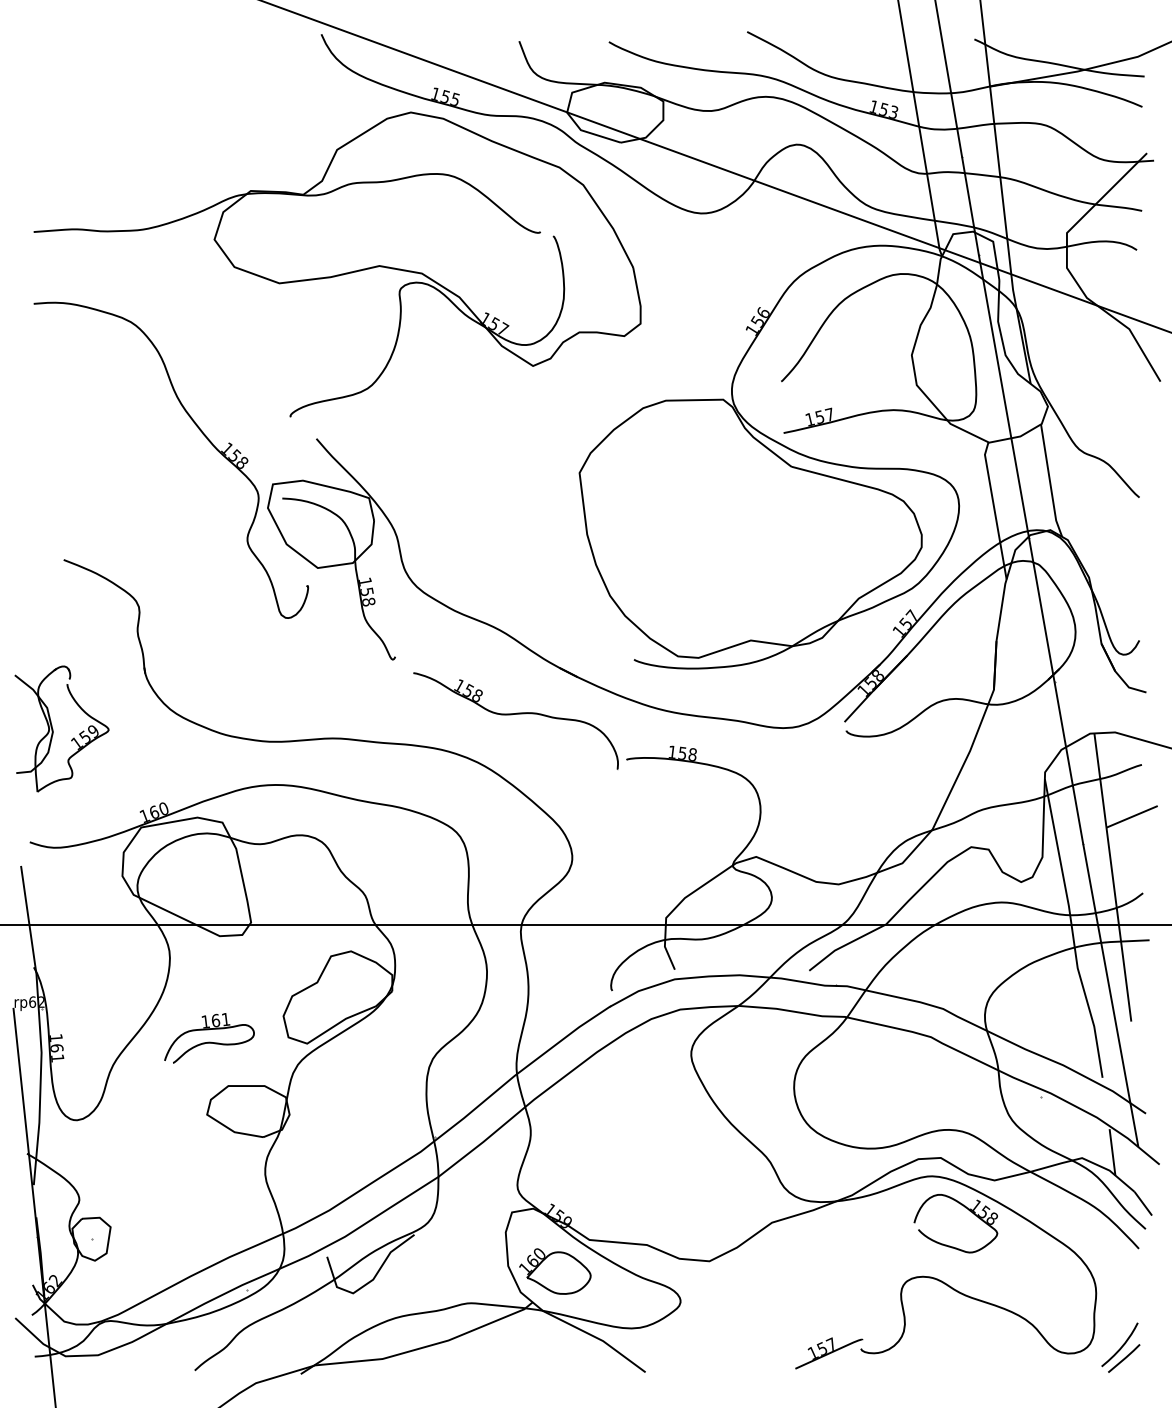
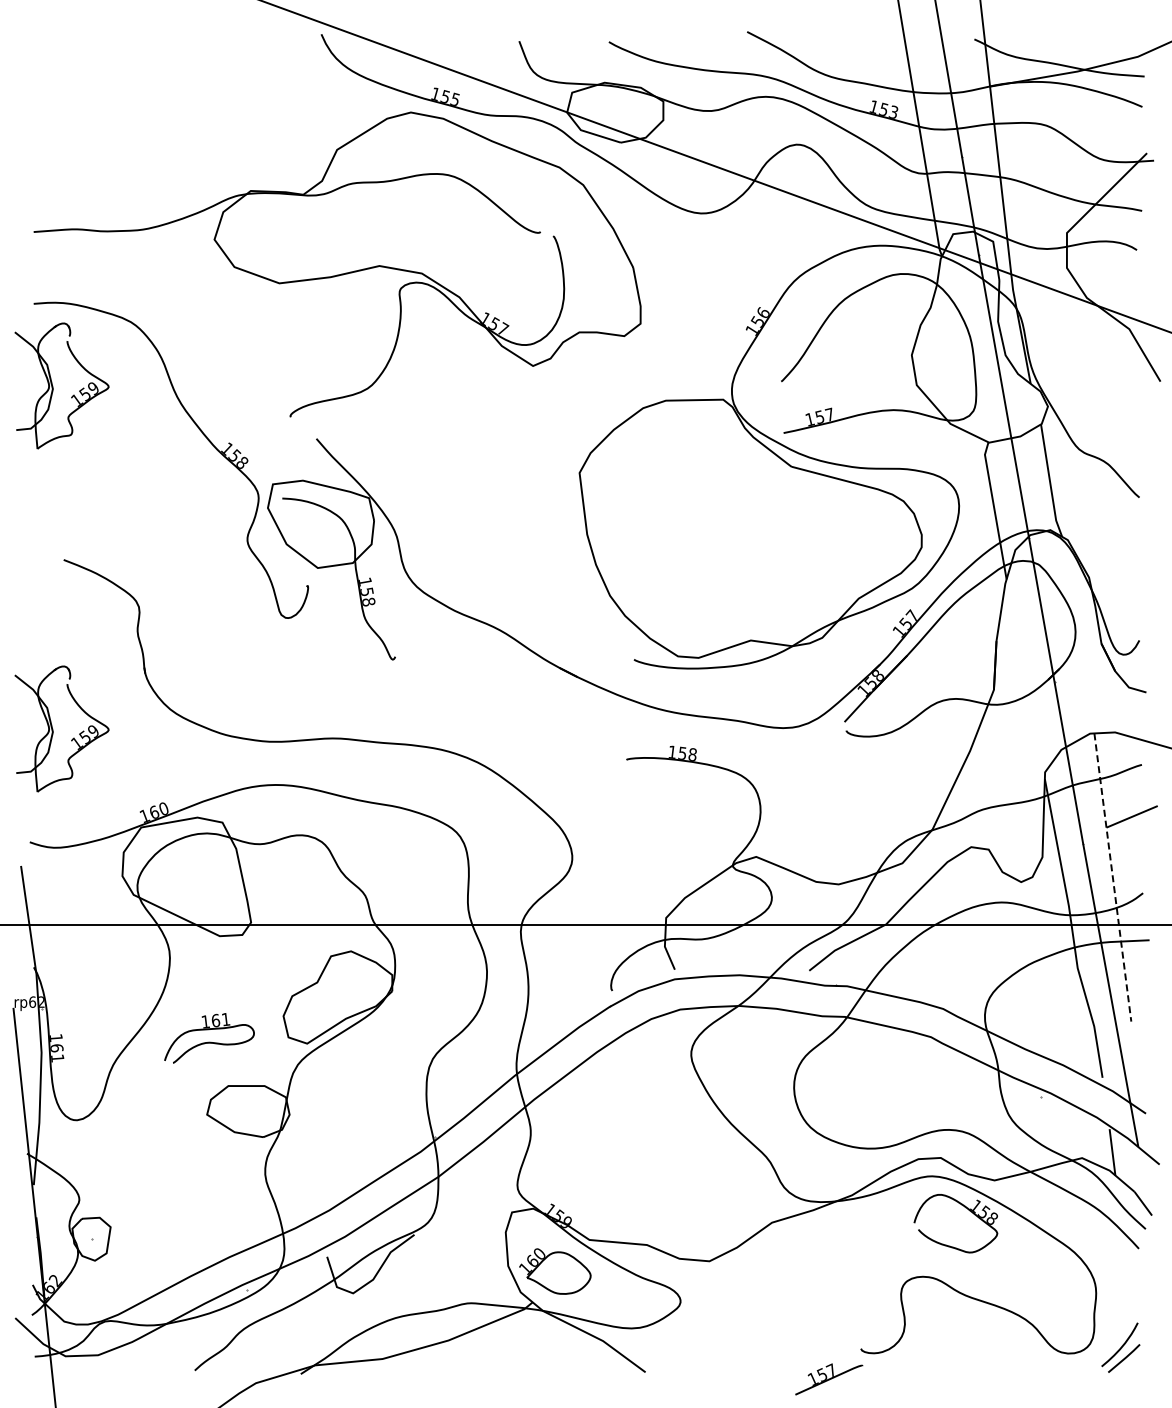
part at (53, 386): none -> present
part at (515, 720): present -> none
line at (1112, 878): solid -> dashed
part at (829, 1353) position: (829, 1353) -> (829, 1379)
